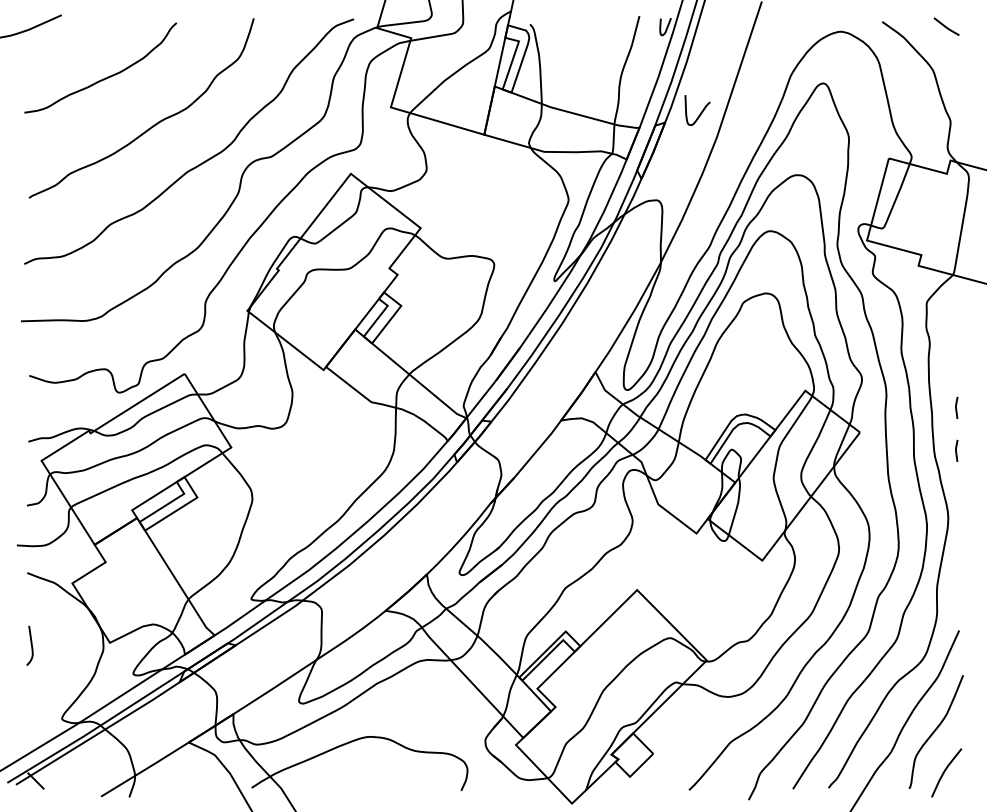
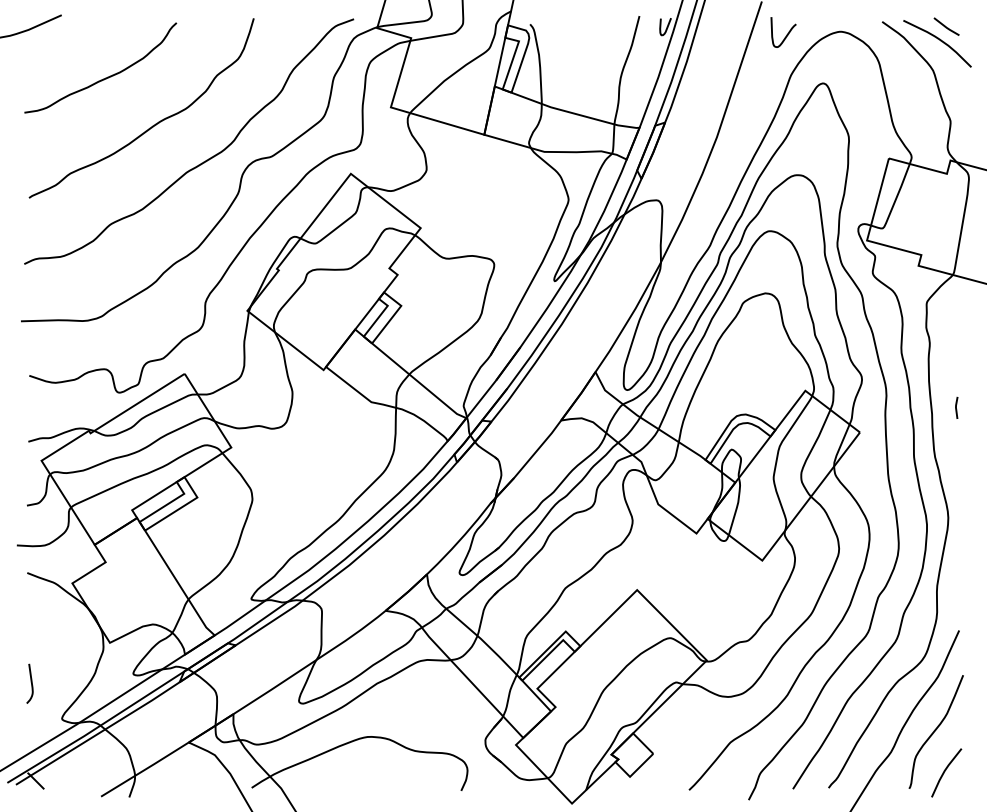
curve at (939, 40): none -> present
curve at (700, 112) position: (700, 112) -> (786, 34)
line at (956, 450): present -> none
curve at (30, 644) position: (30, 644) -> (30, 682)
